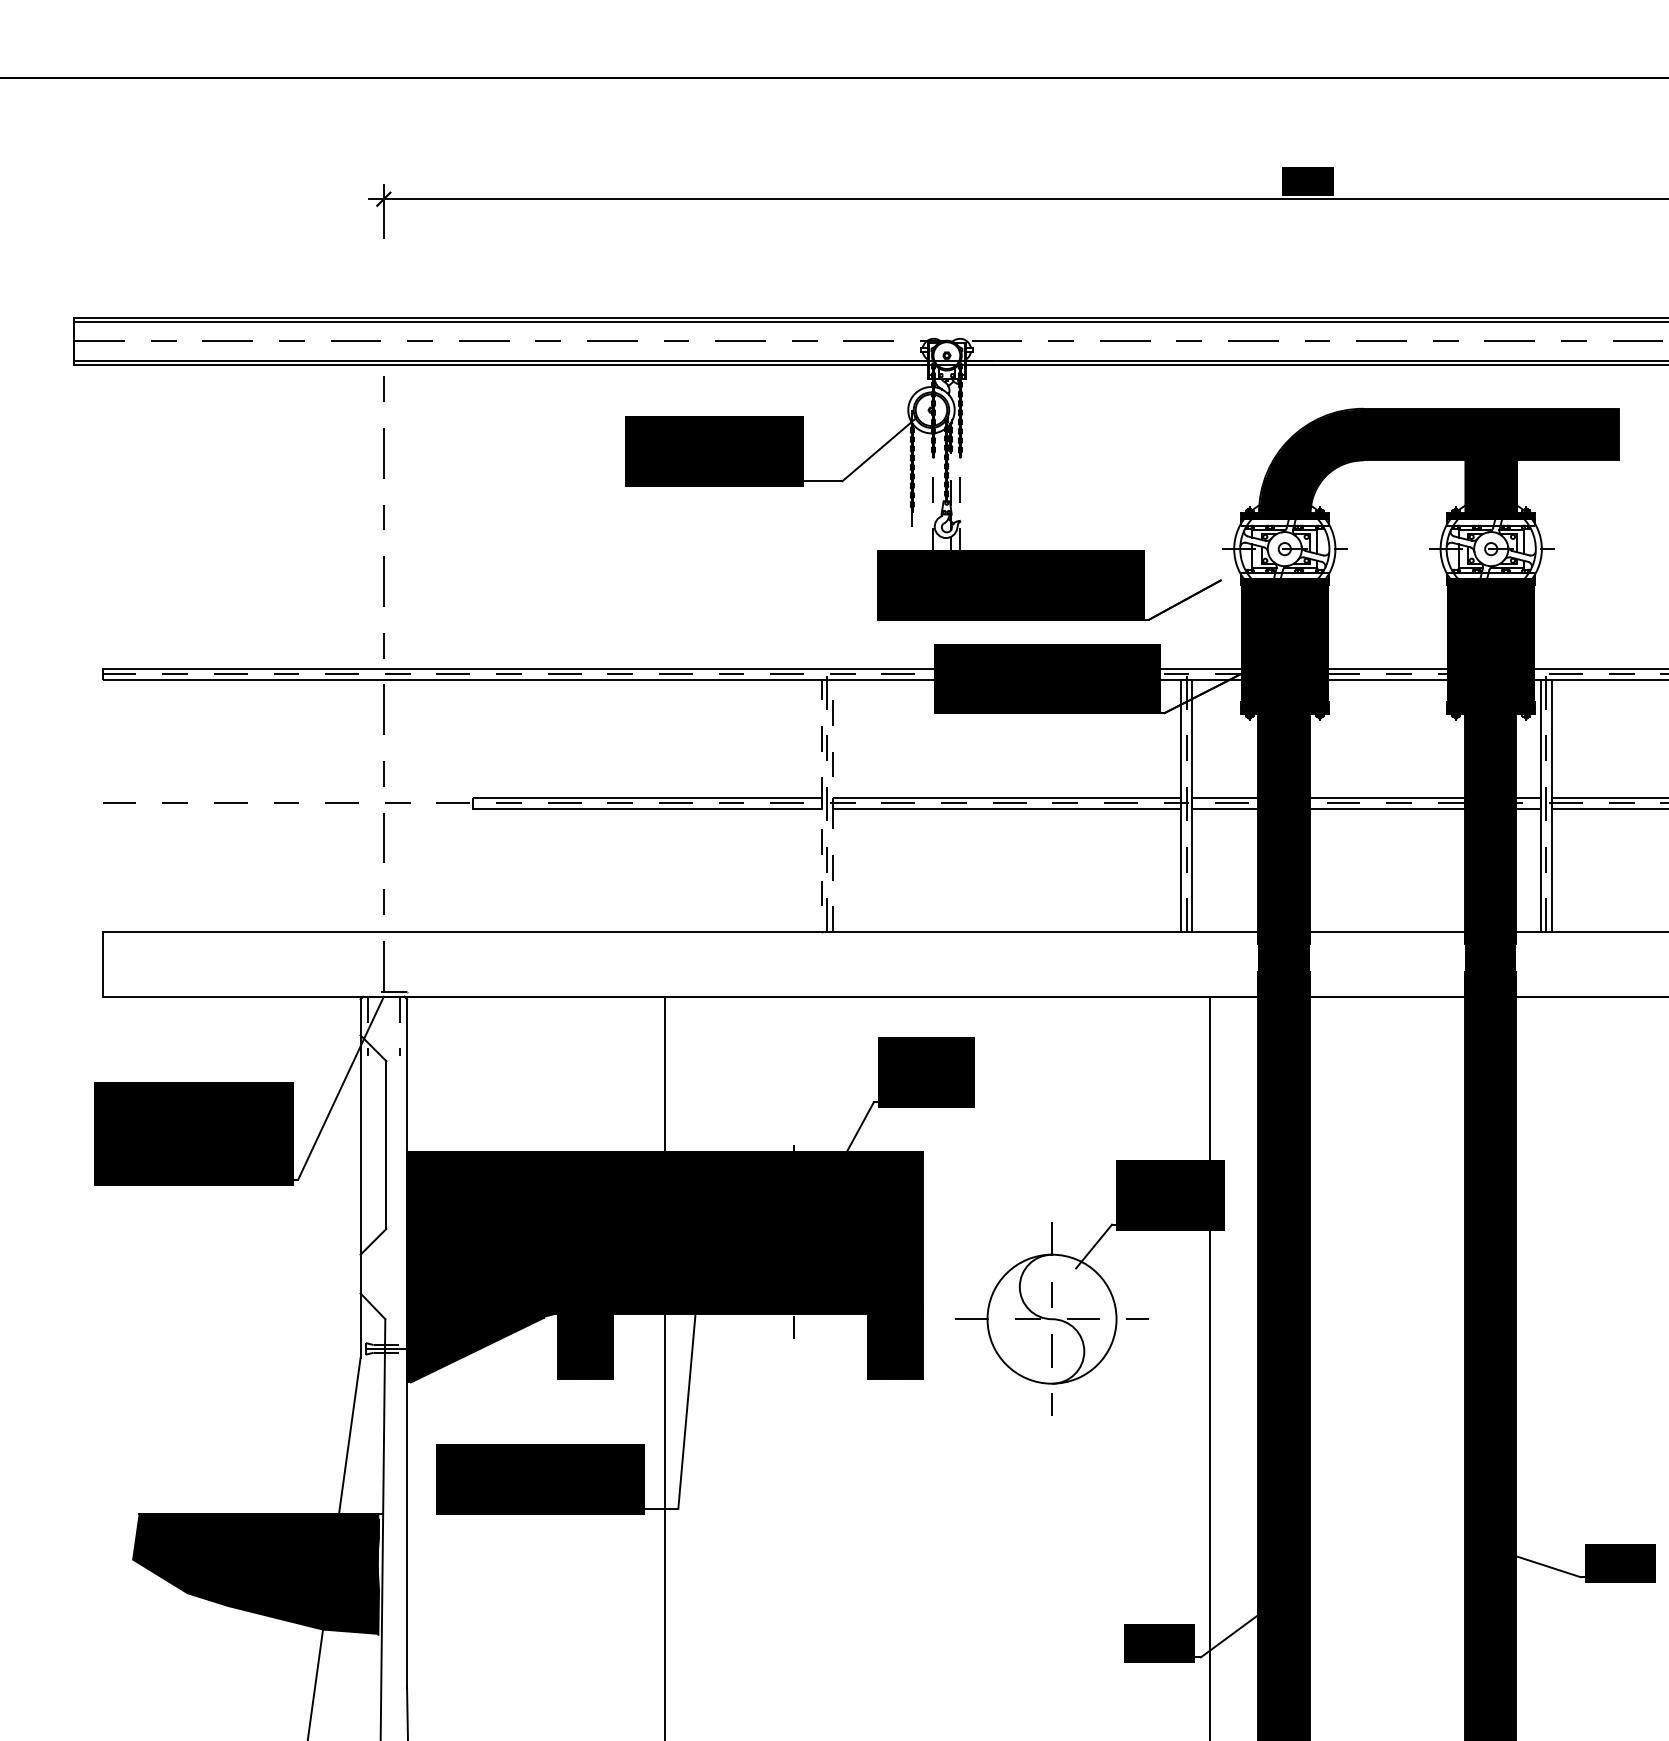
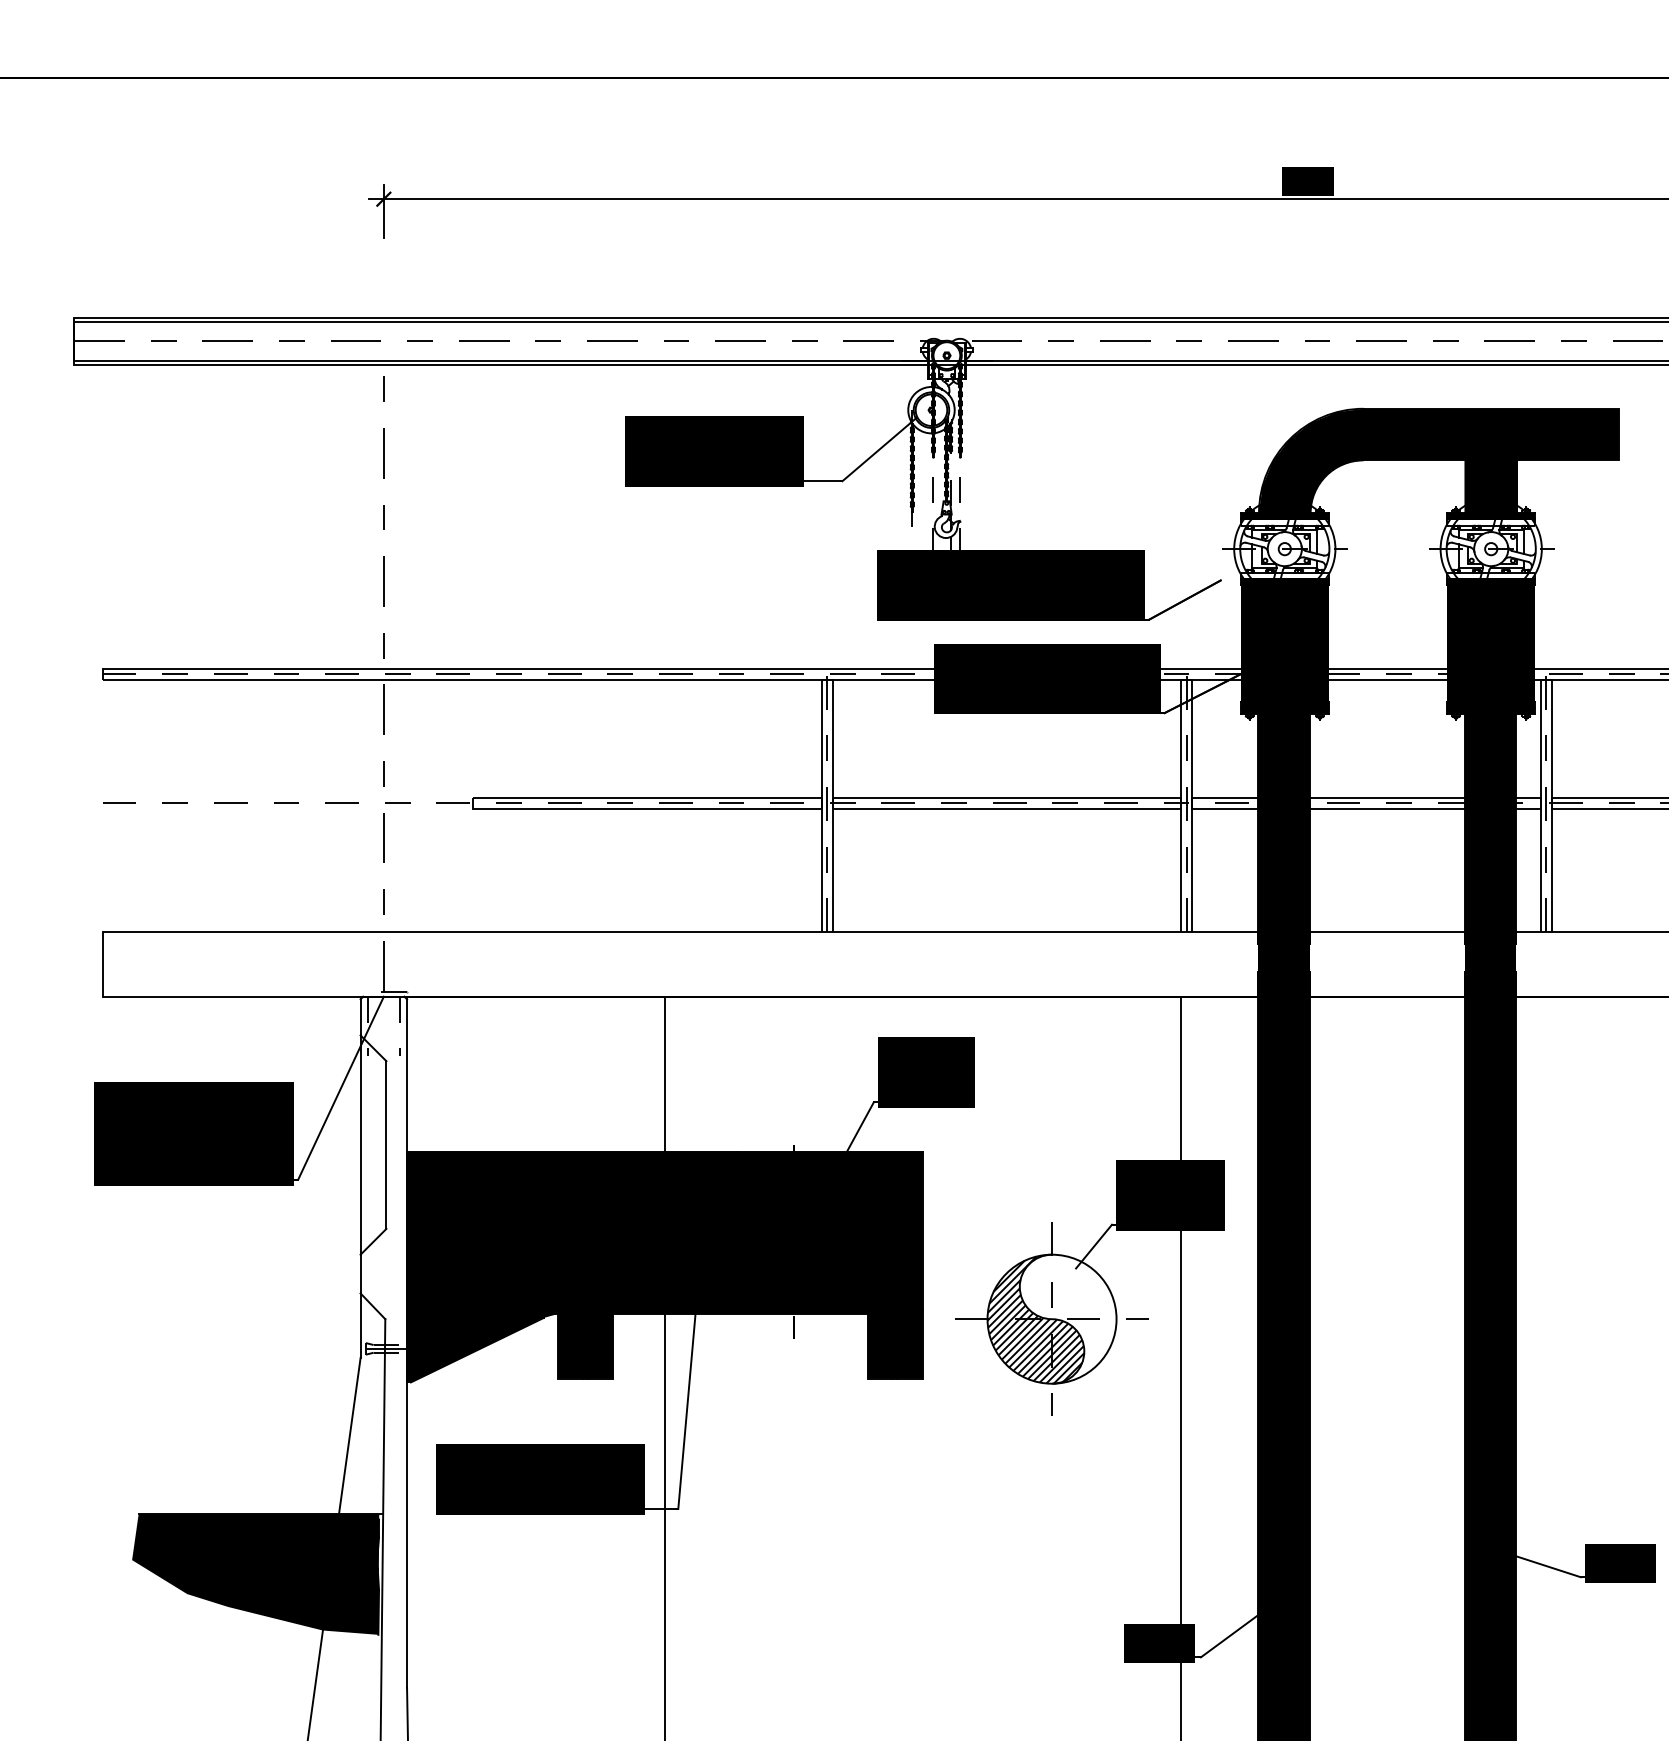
line at (826, 679): dashed -> solid
hatch at (1035, 1319): none -> present
line at (1210, 1366) position: (1210, 1366) -> (1181, 1366)
